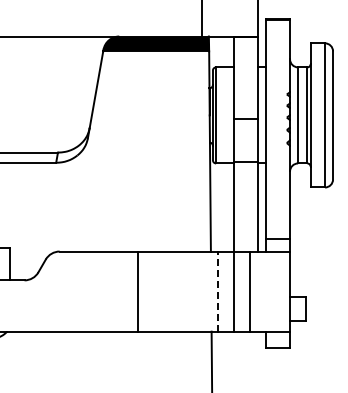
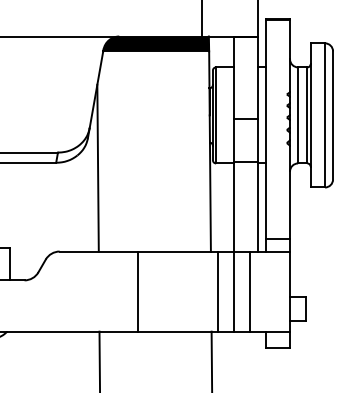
line at (97, 167): none -> present
line at (217, 291): dashed -> solid
line at (99, 360): none -> present
